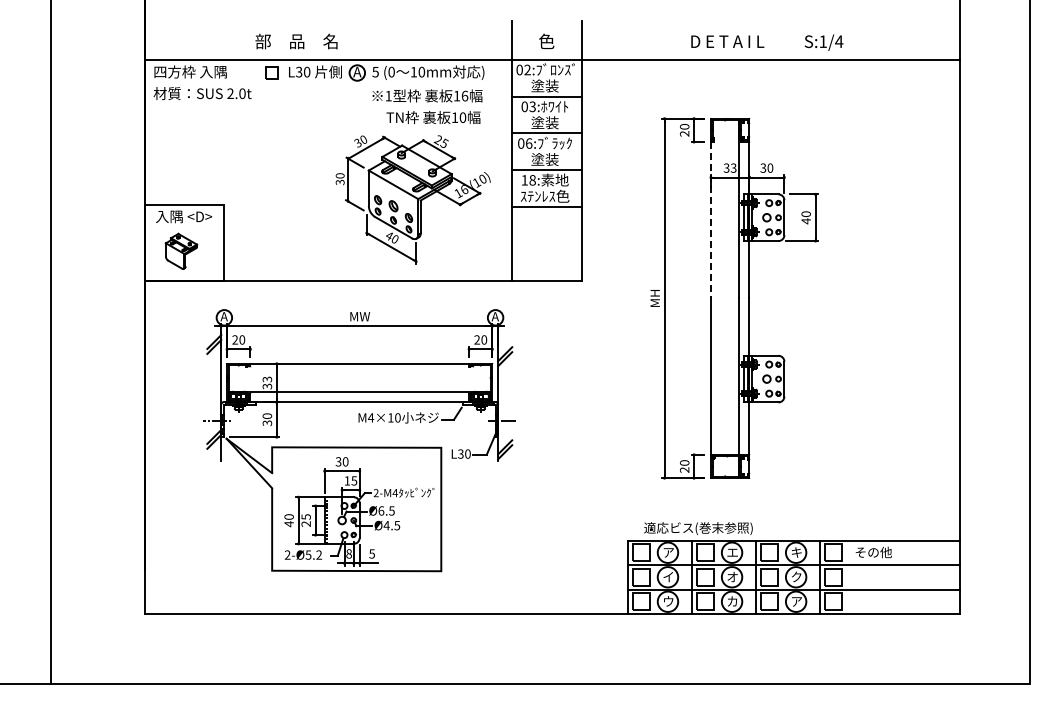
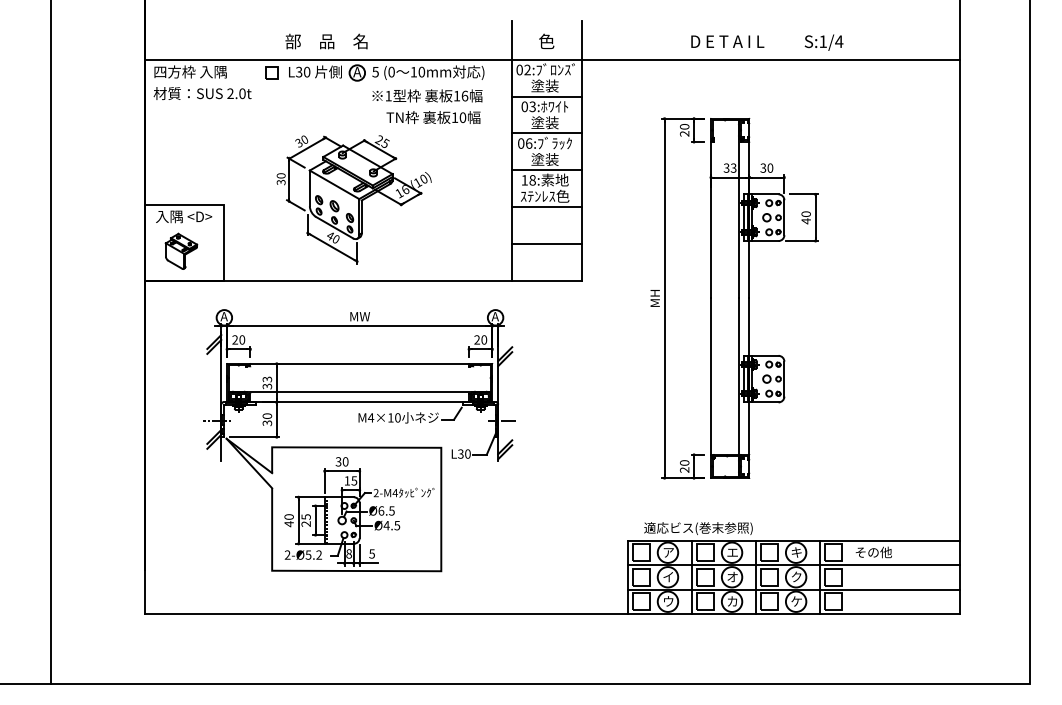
text at (296, 41) position: (296, 41) -> (326, 41)
part at (412, 199) position: (412, 199) -> (353, 199)
line at (710, 220): dashed -> solid
line at (546, 243): none -> present
text at (796, 601): ア -> ケ
